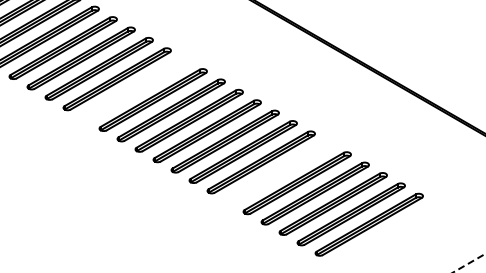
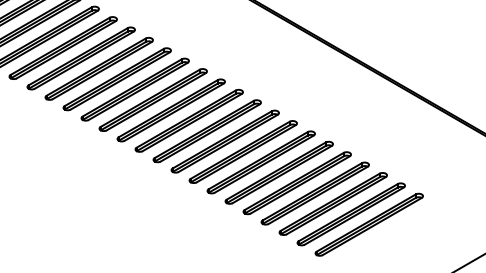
part at (134, 89): none -> present
part at (278, 172): none -> present
line at (469, 263): dashed -> solid
